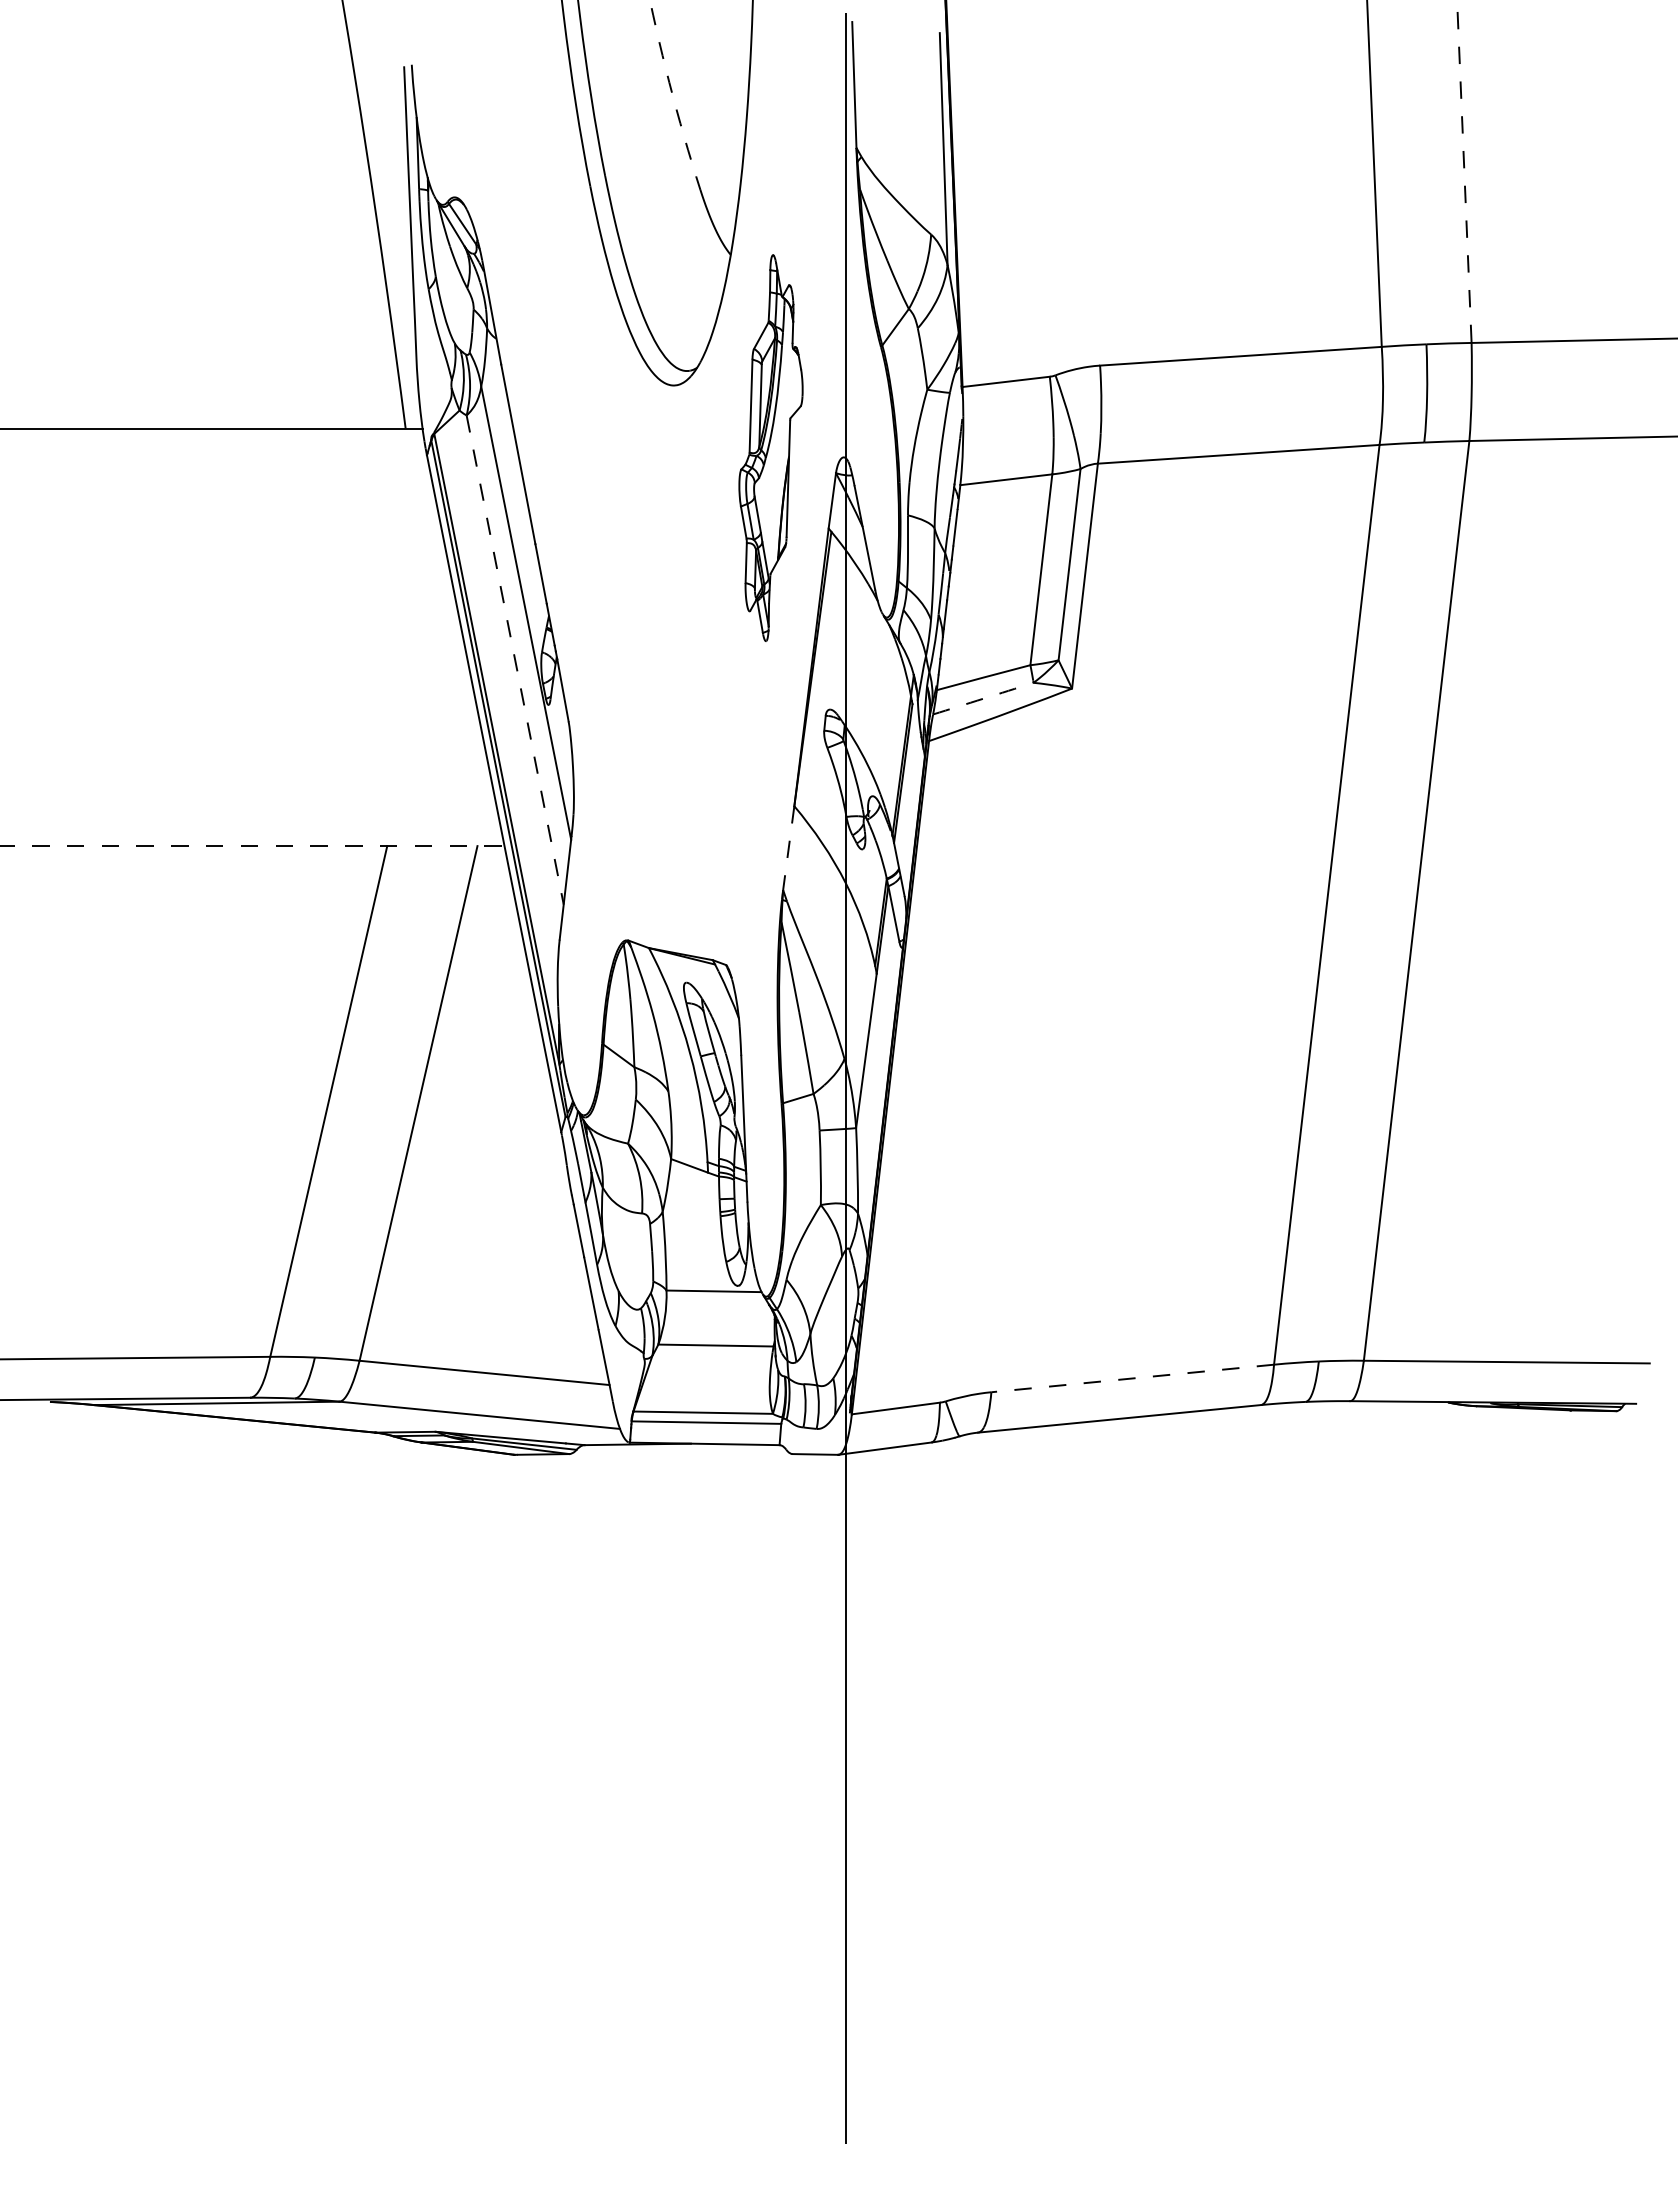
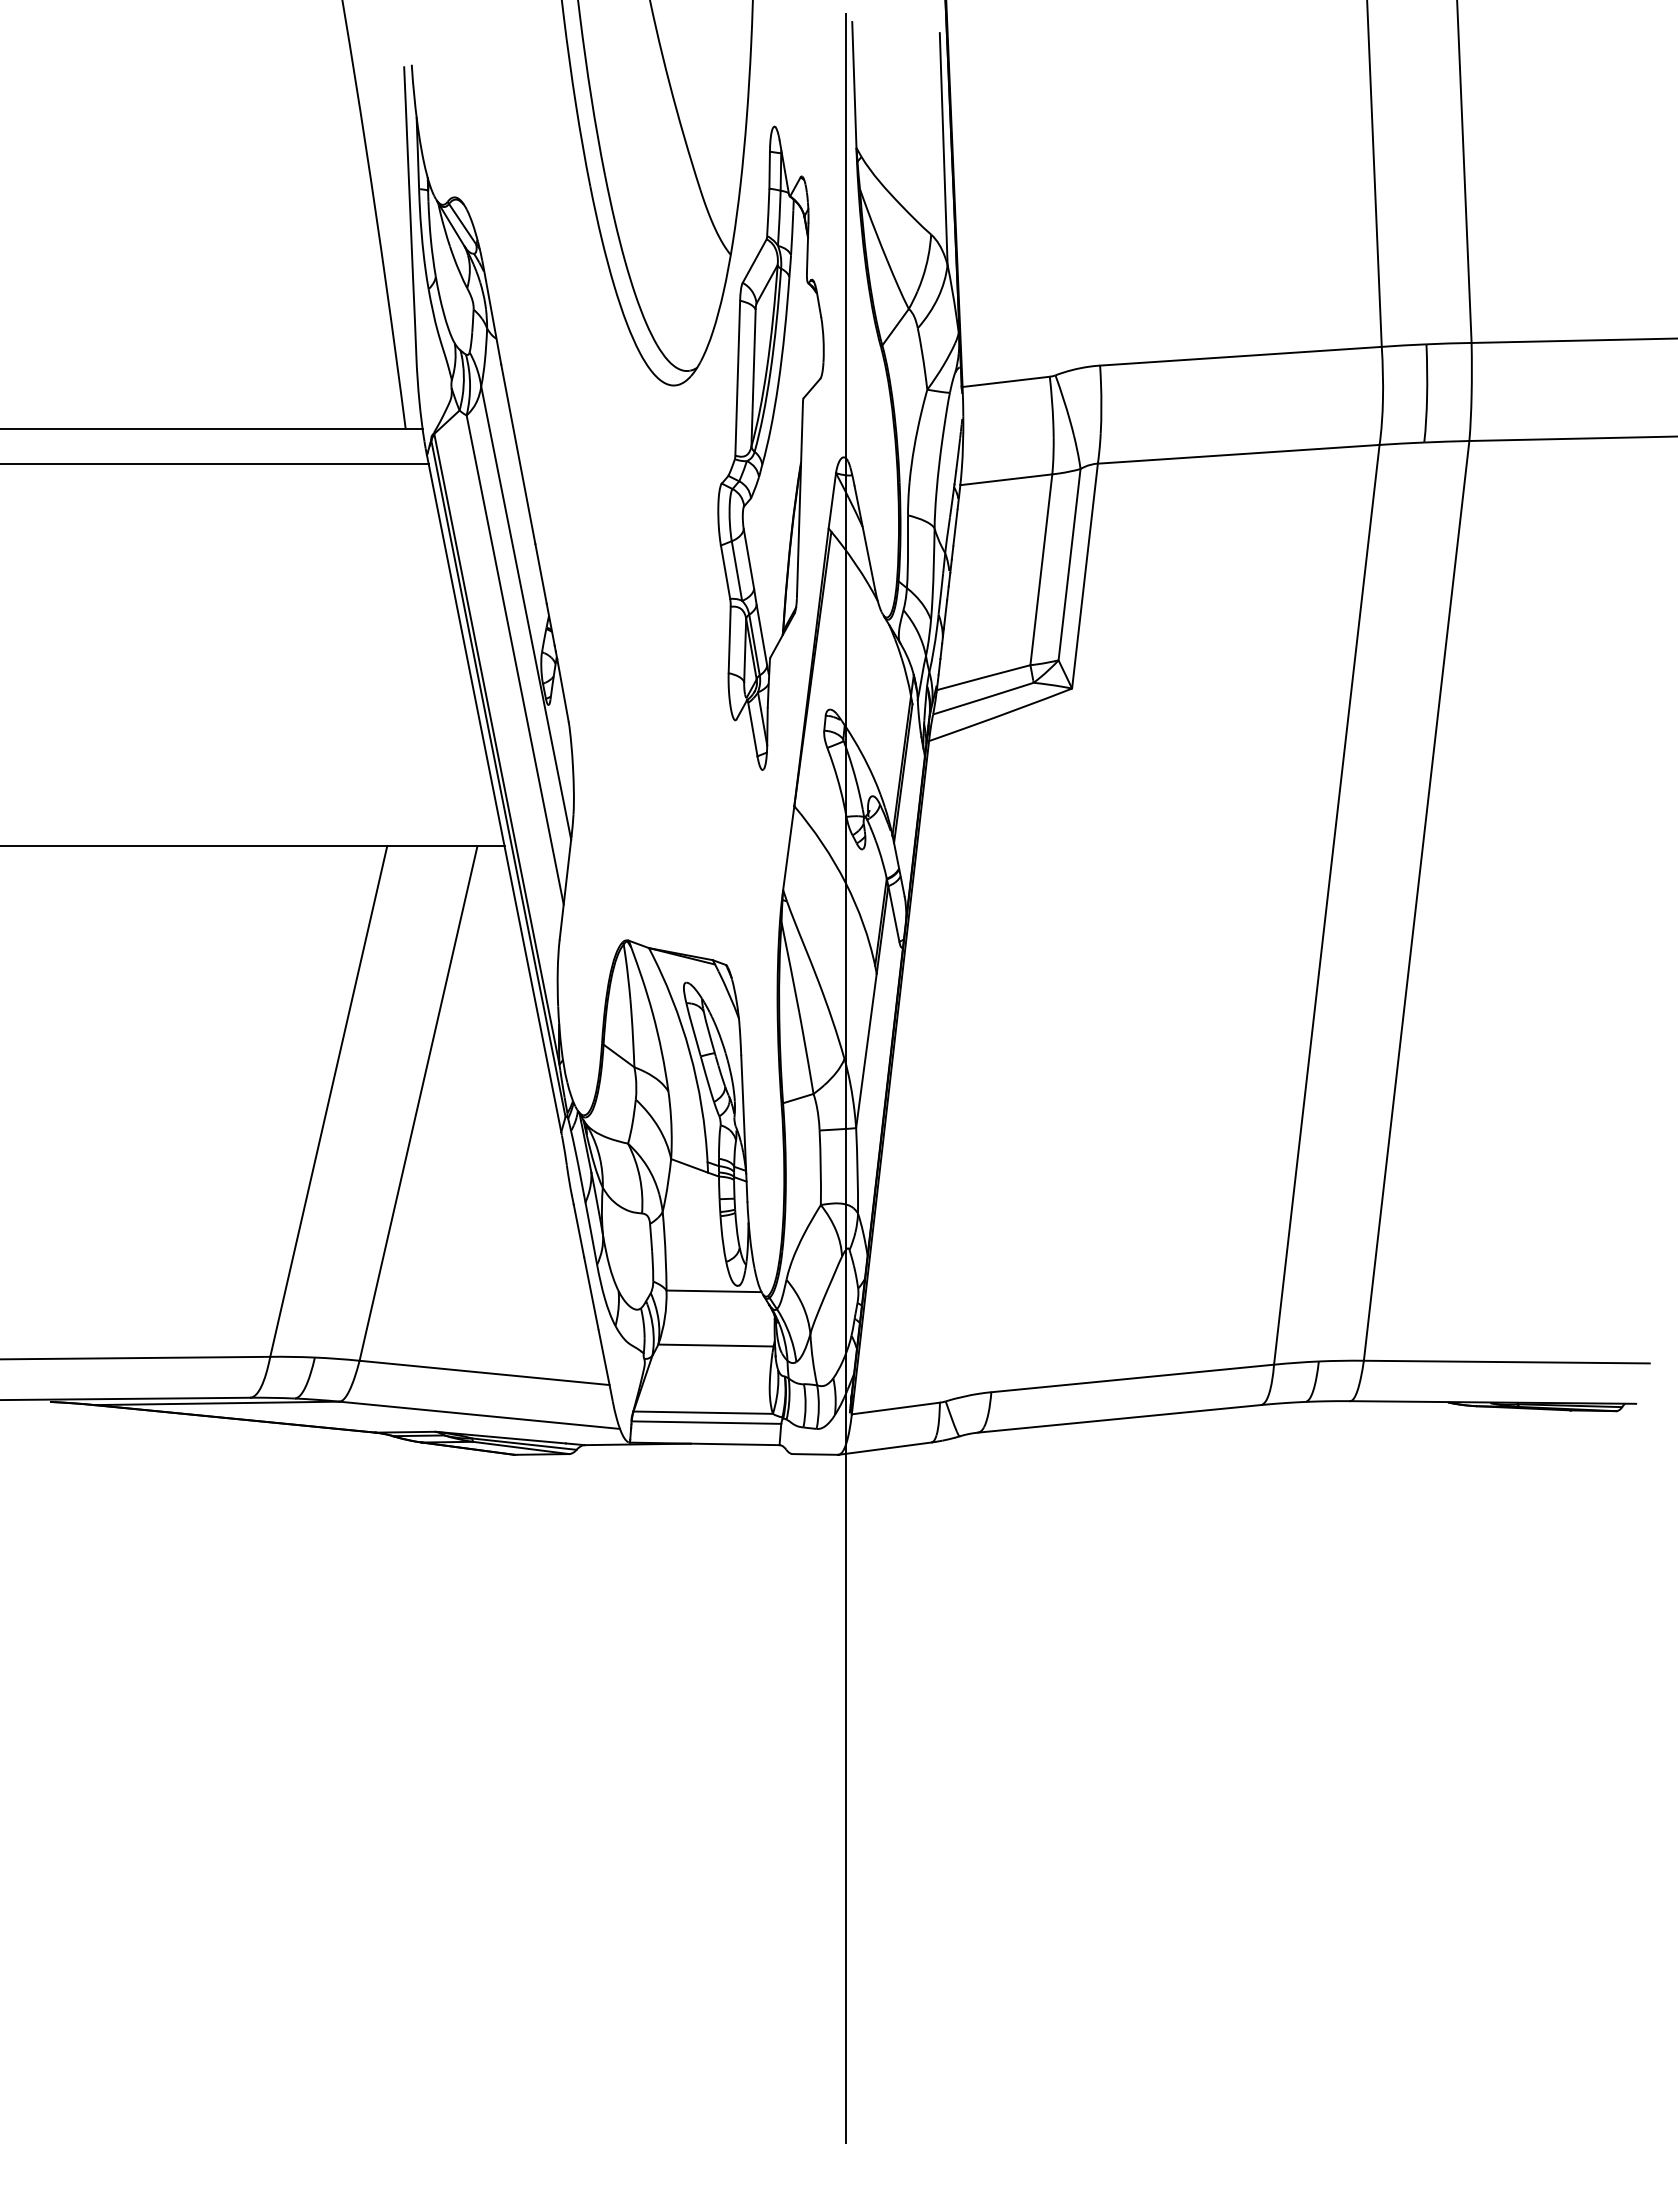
arc at (672, 95): dashed -> solid
line at (1464, 172): dashed -> solid
part at (770, 447) size: 66x388 px -> 108x646 px
line at (215, 463): none -> present
line at (515, 660): dashed -> solid
arc at (983, 698): dashed -> solid
line at (252, 846): dashed -> solid
line at (788, 848): dashed -> solid
line at (1132, 1378): dashed -> solid
